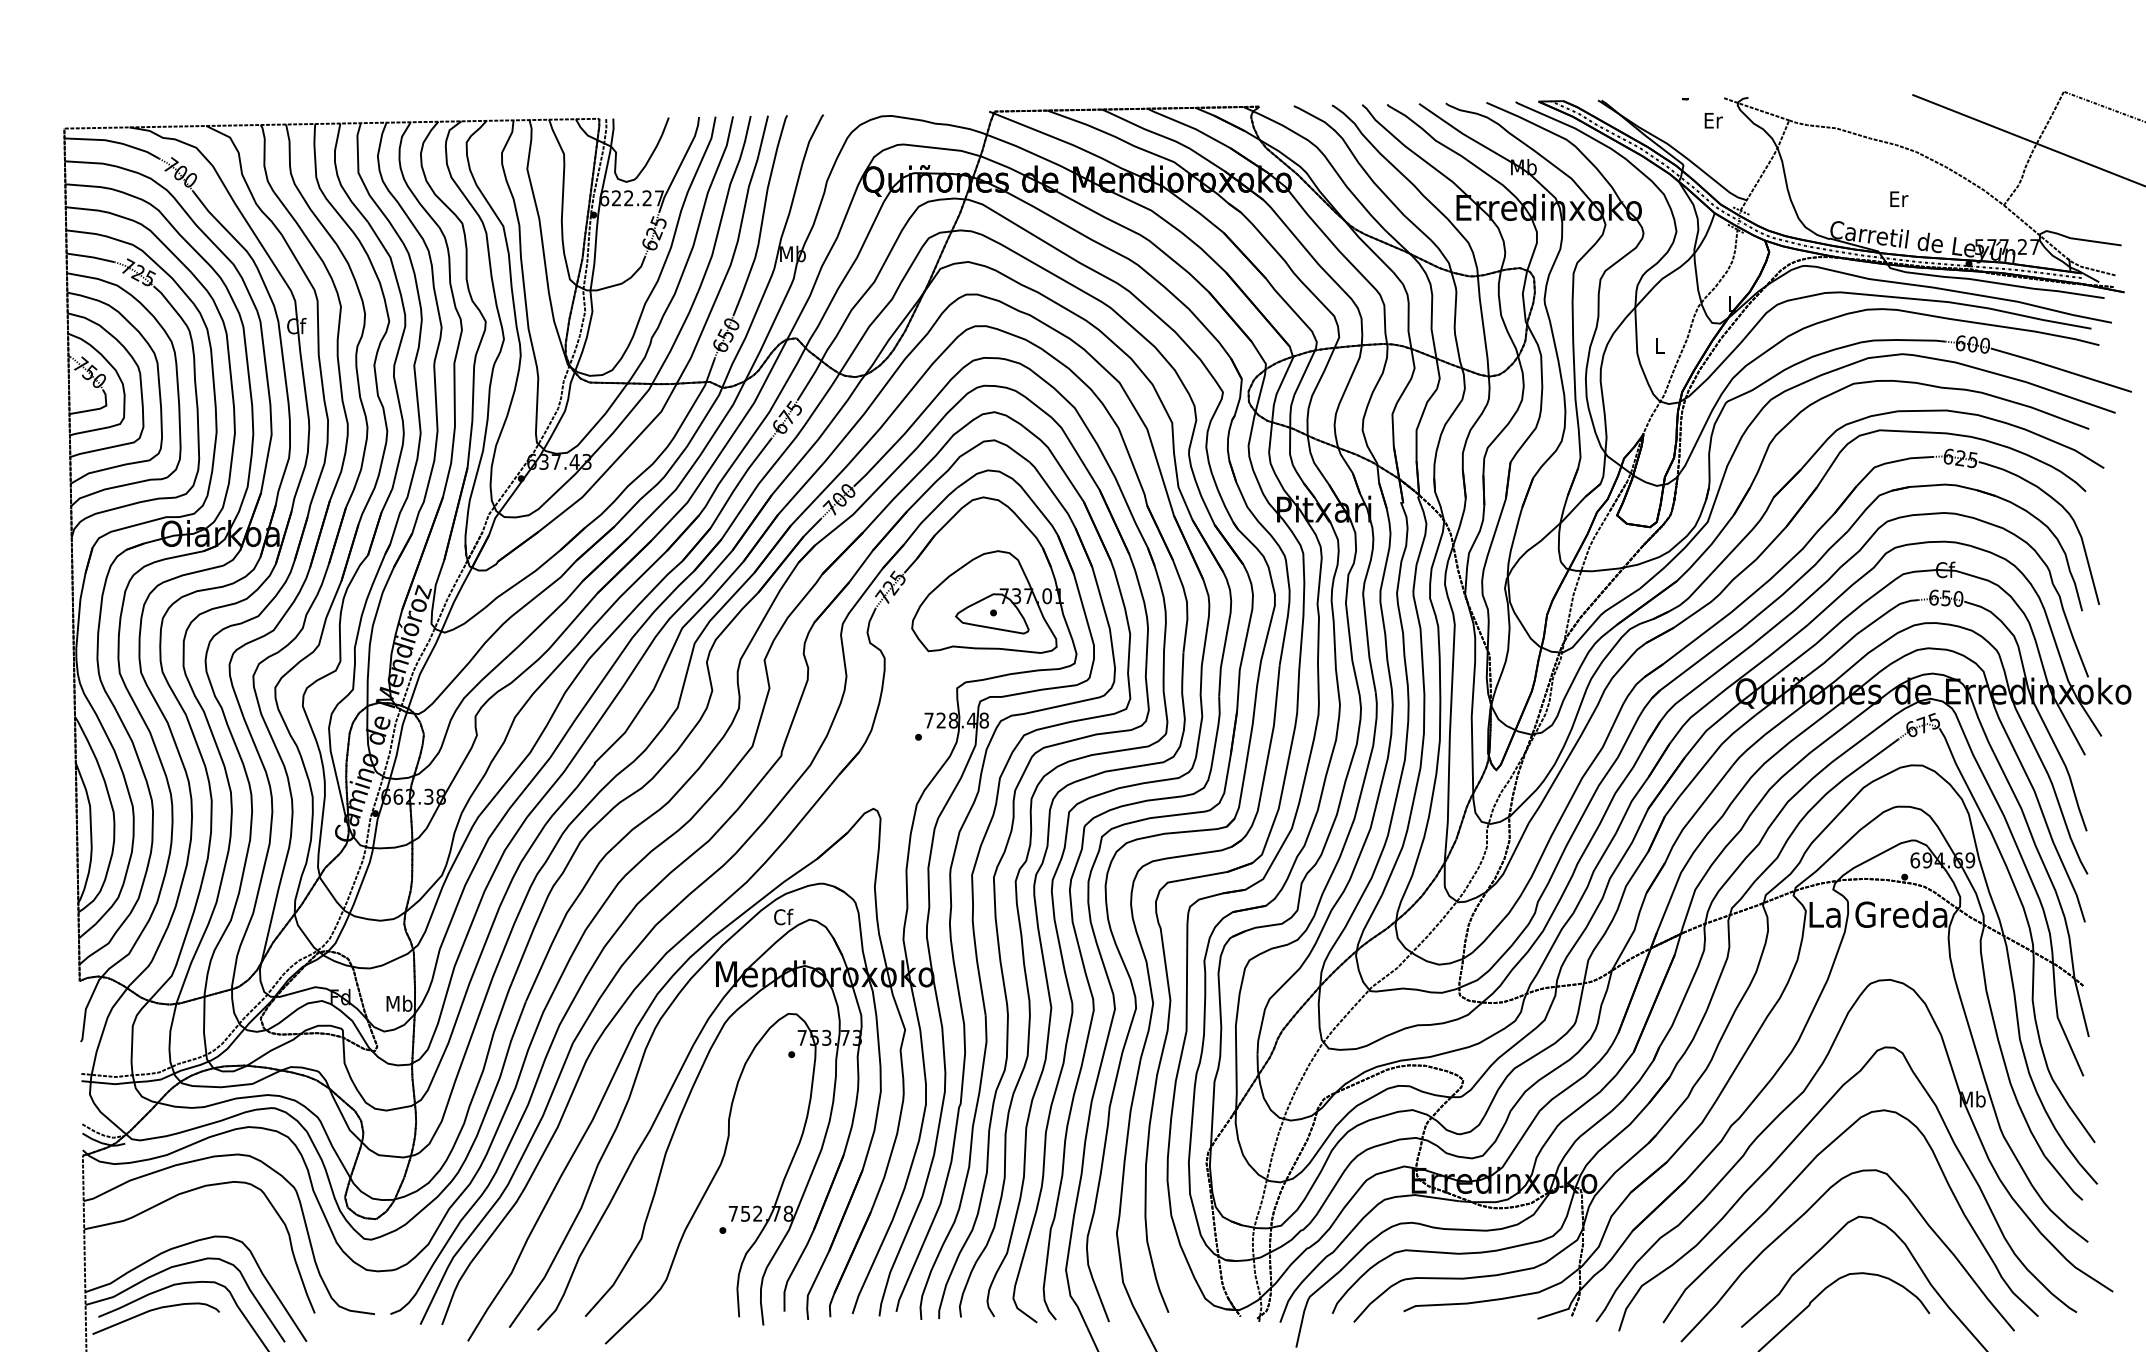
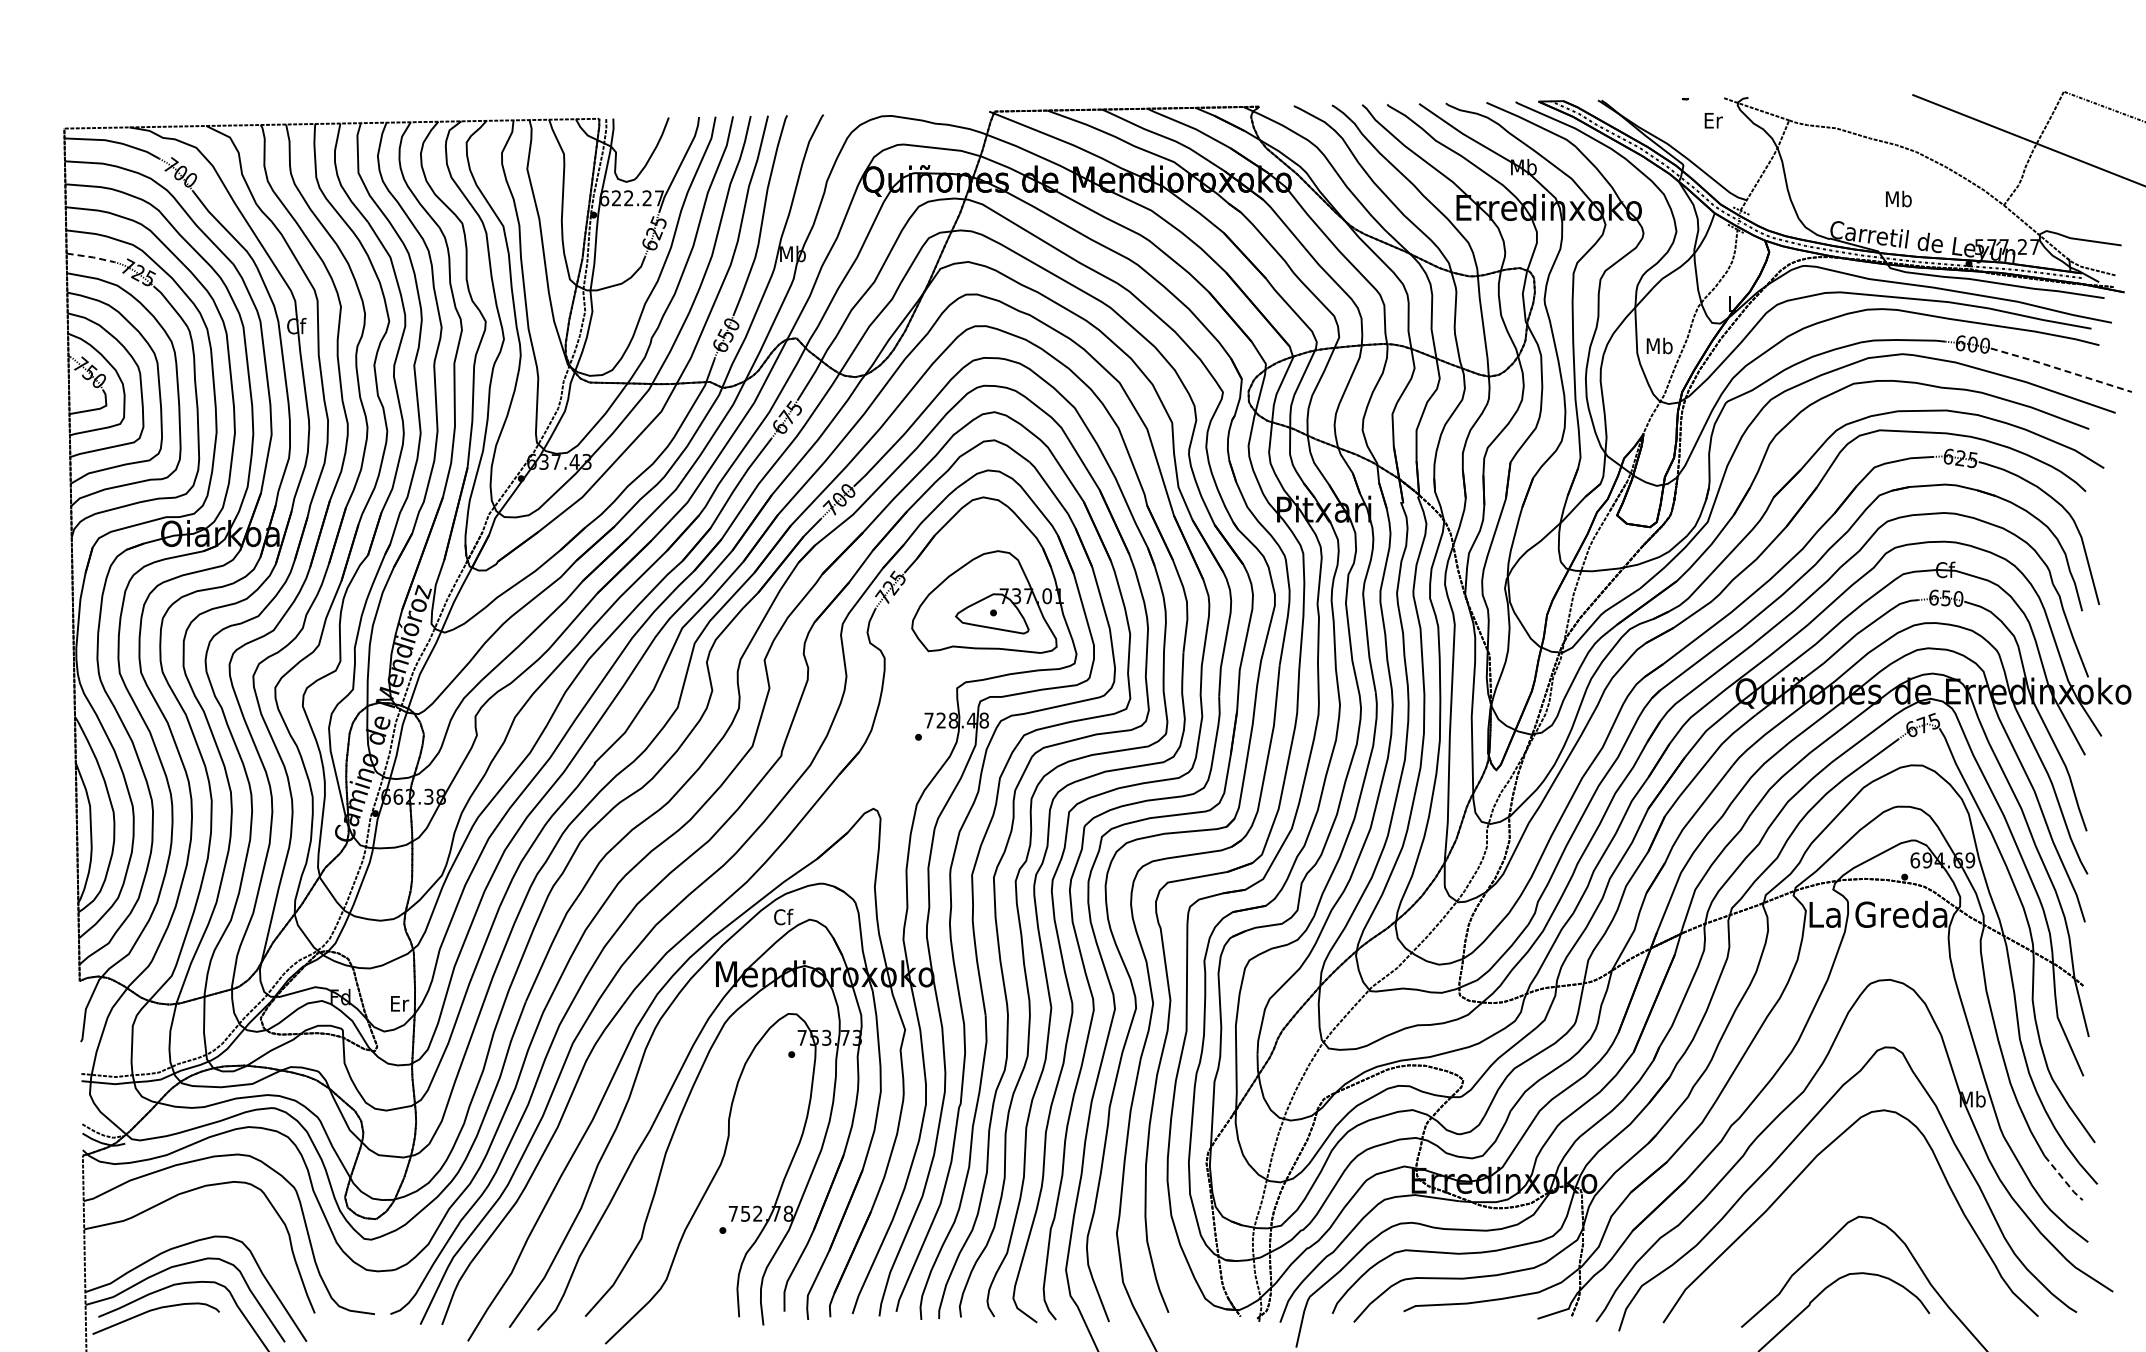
text at (1898, 198): Er -> Mb
line at (91, 257): solid -> dashed
text at (1659, 345): L -> Mb
line at (2061, 369): solid -> dashed
text at (399, 1003): Mb -> Er
line at (2063, 1179): solid -> dashed
curve at (1806, 1213): present -> none
